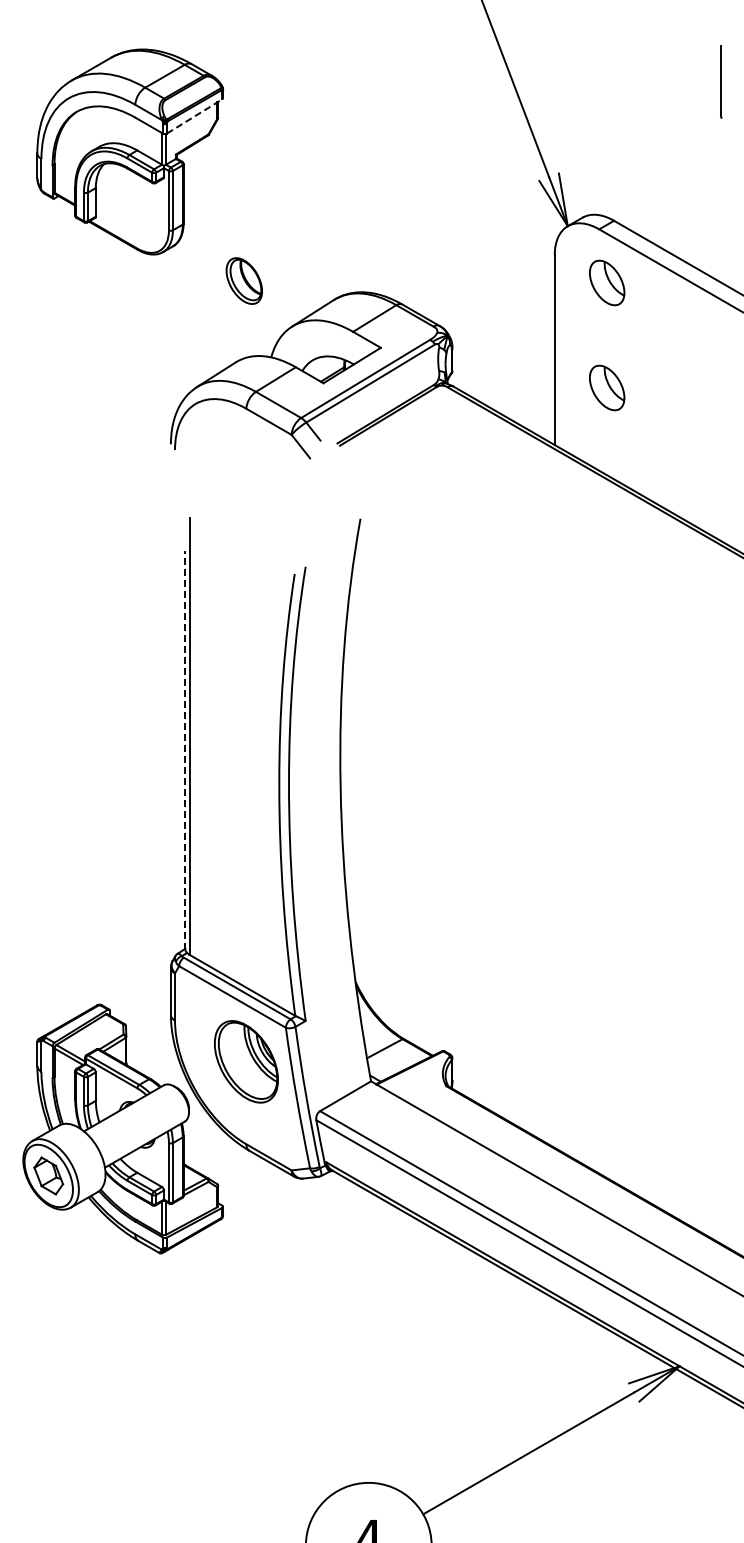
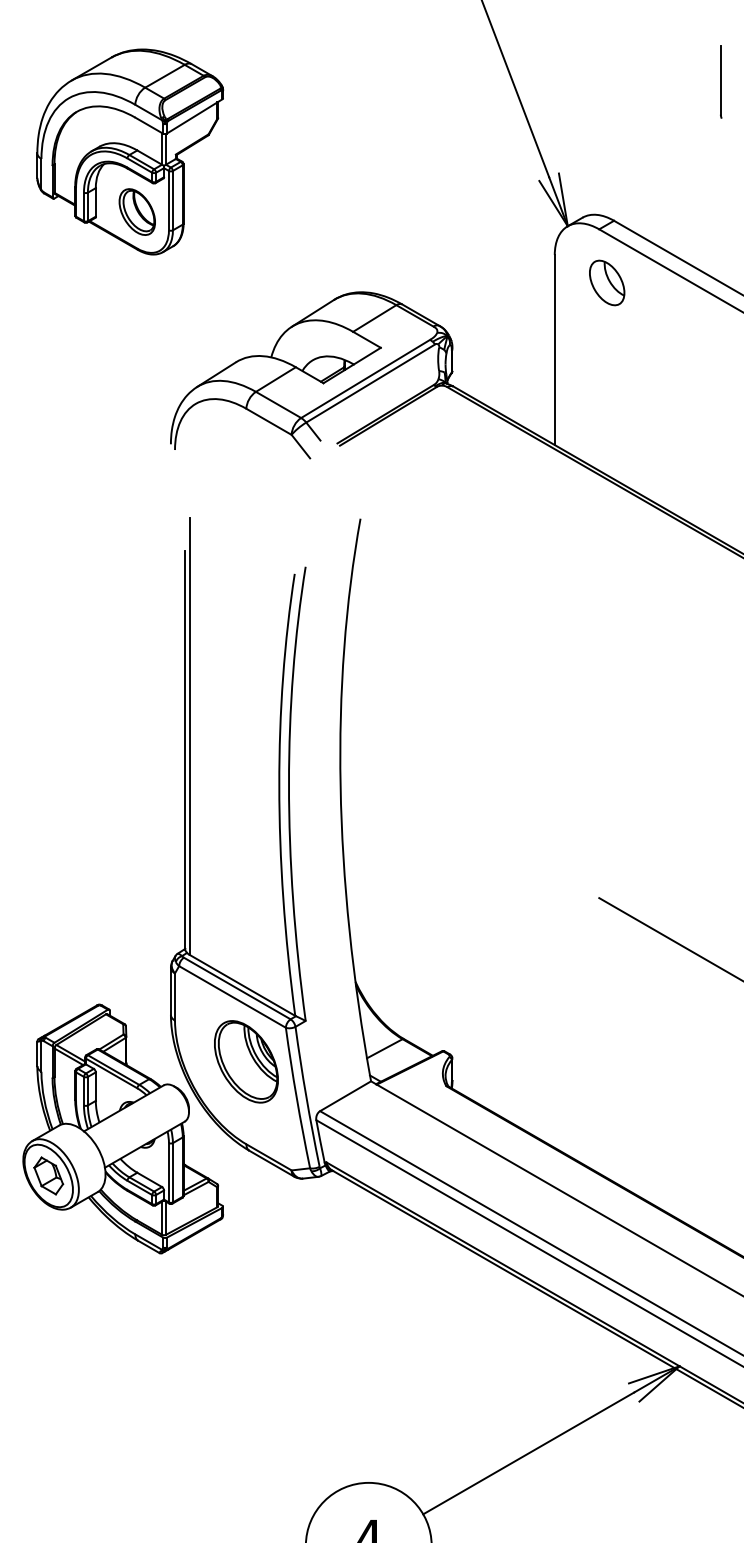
line at (194, 116): dashed -> solid
part at (243, 280) position: (243, 280) -> (136, 211)
part at (607, 387): present -> none
line at (185, 750): dashed -> solid
line at (669, 938): none -> present
